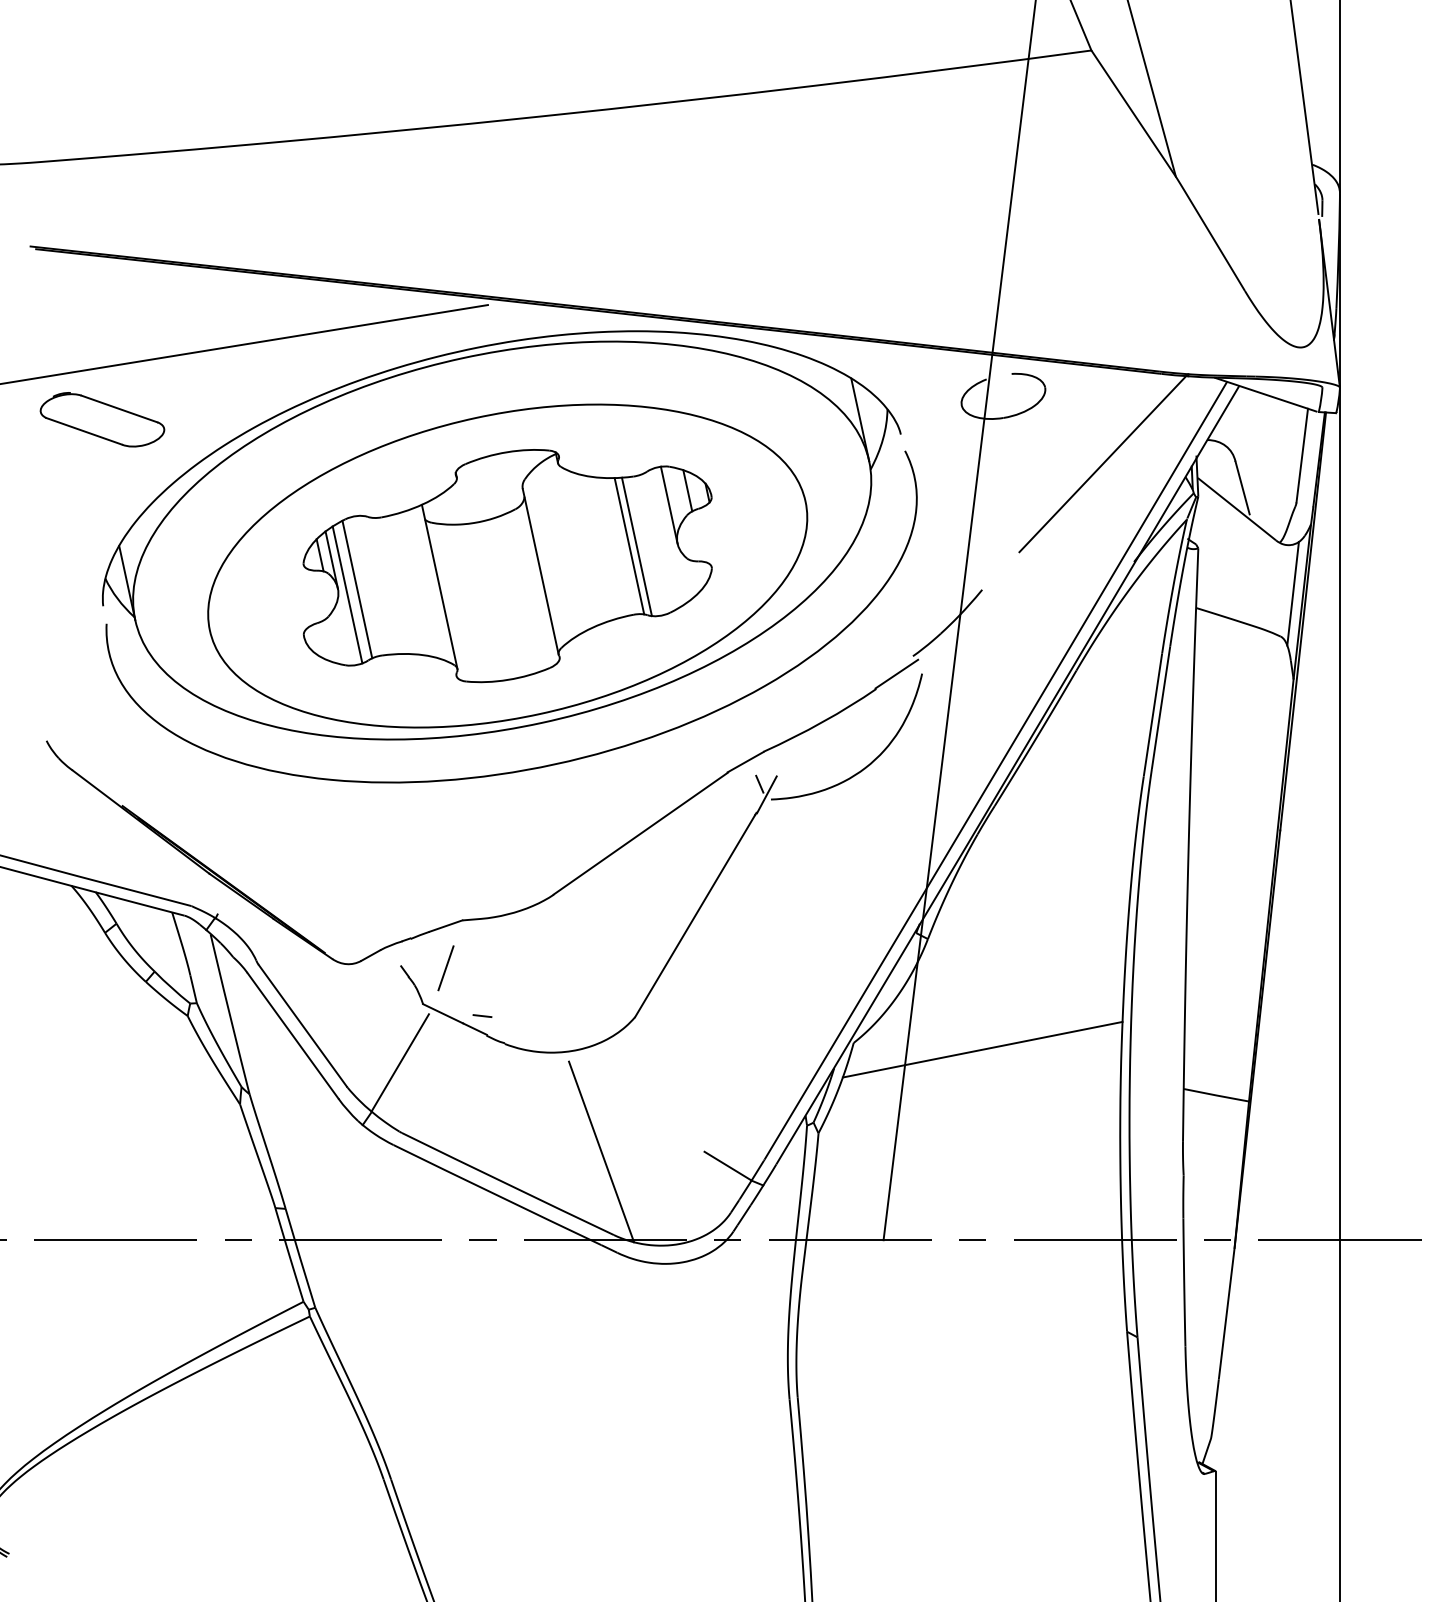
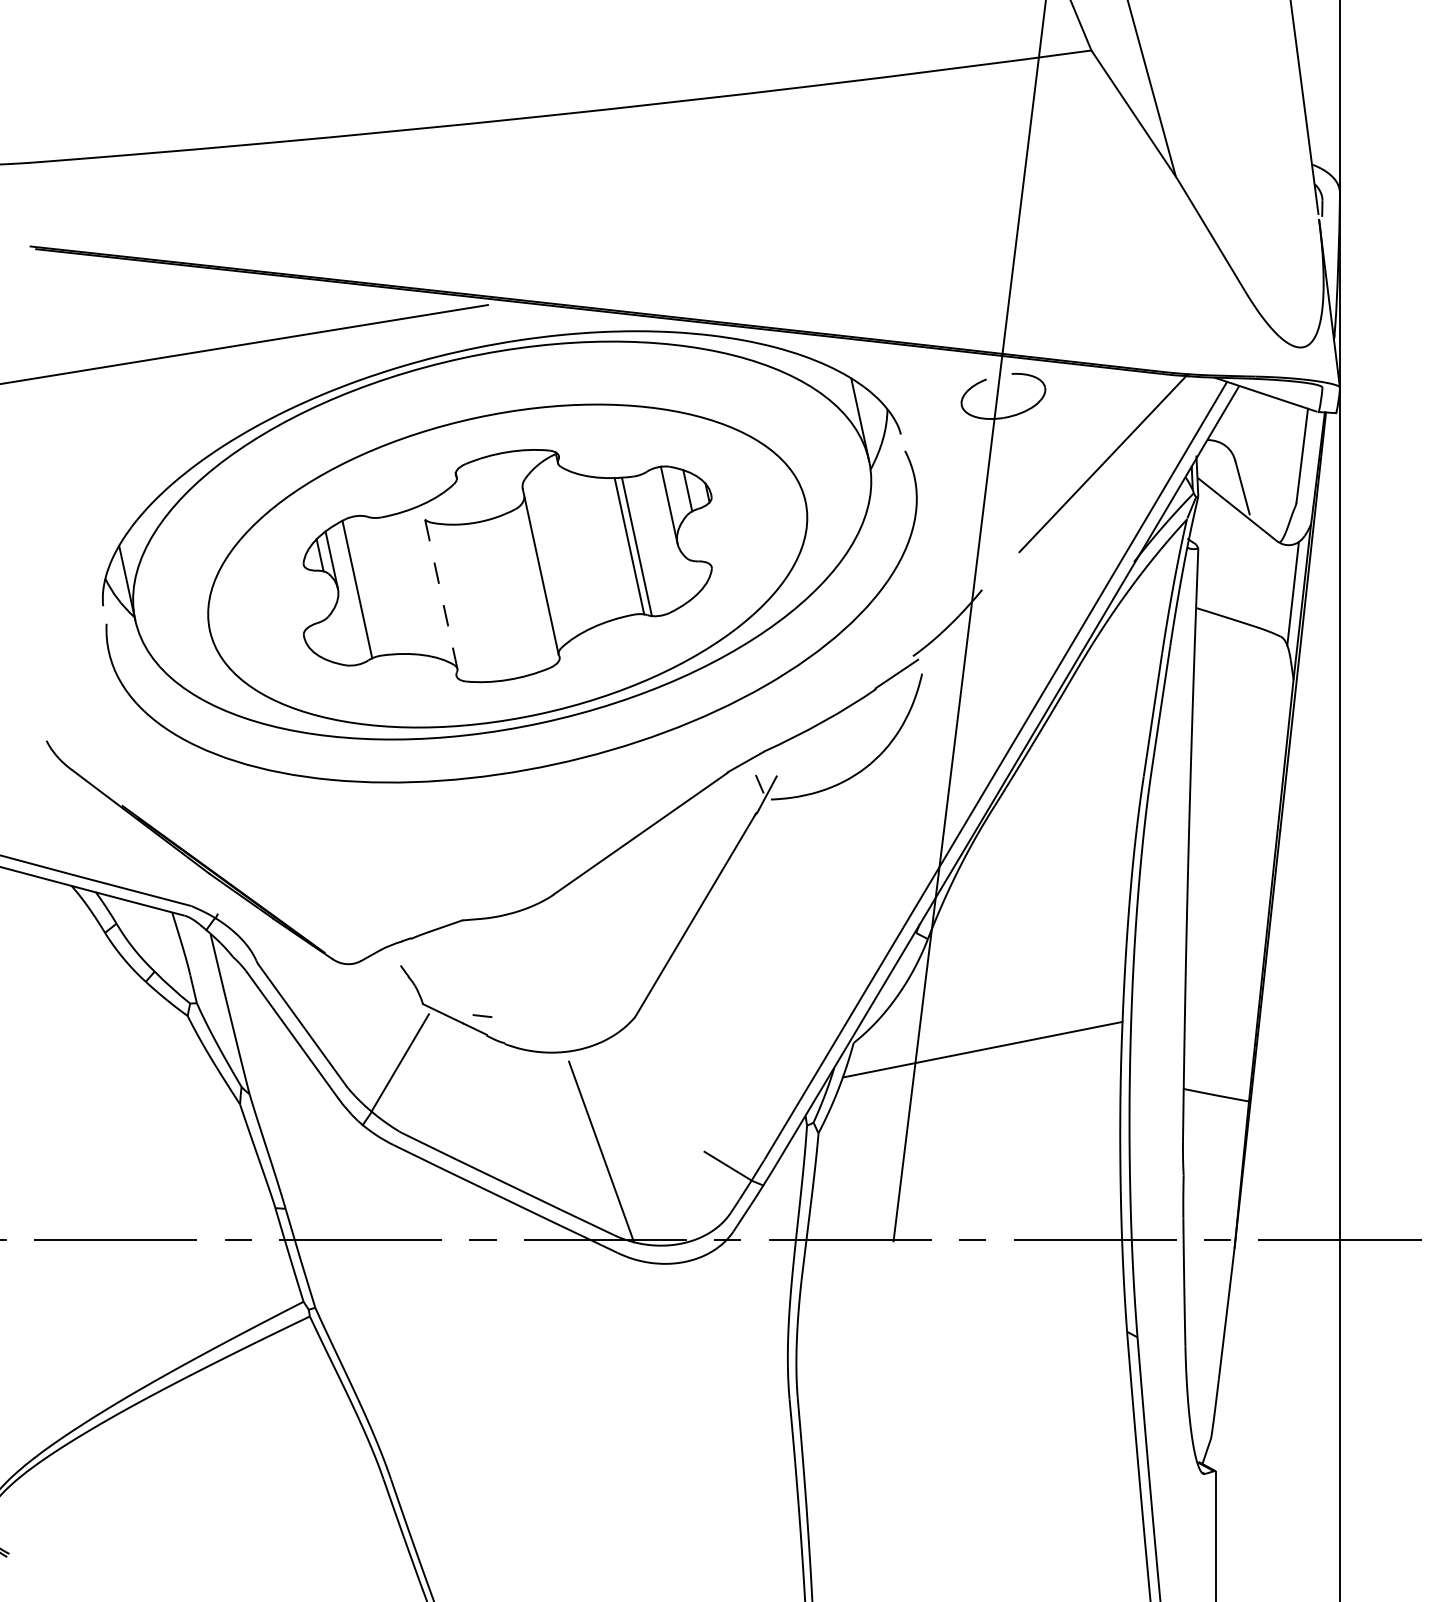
part at (102, 419): present -> none
line at (439, 586): solid -> dashed
line at (347, 594): present -> none
line at (959, 621) position: (959, 621) -> (969, 621)
line at (445, 968): present -> none
